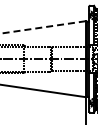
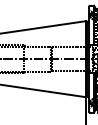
line at (43, 27): dashed -> solid
